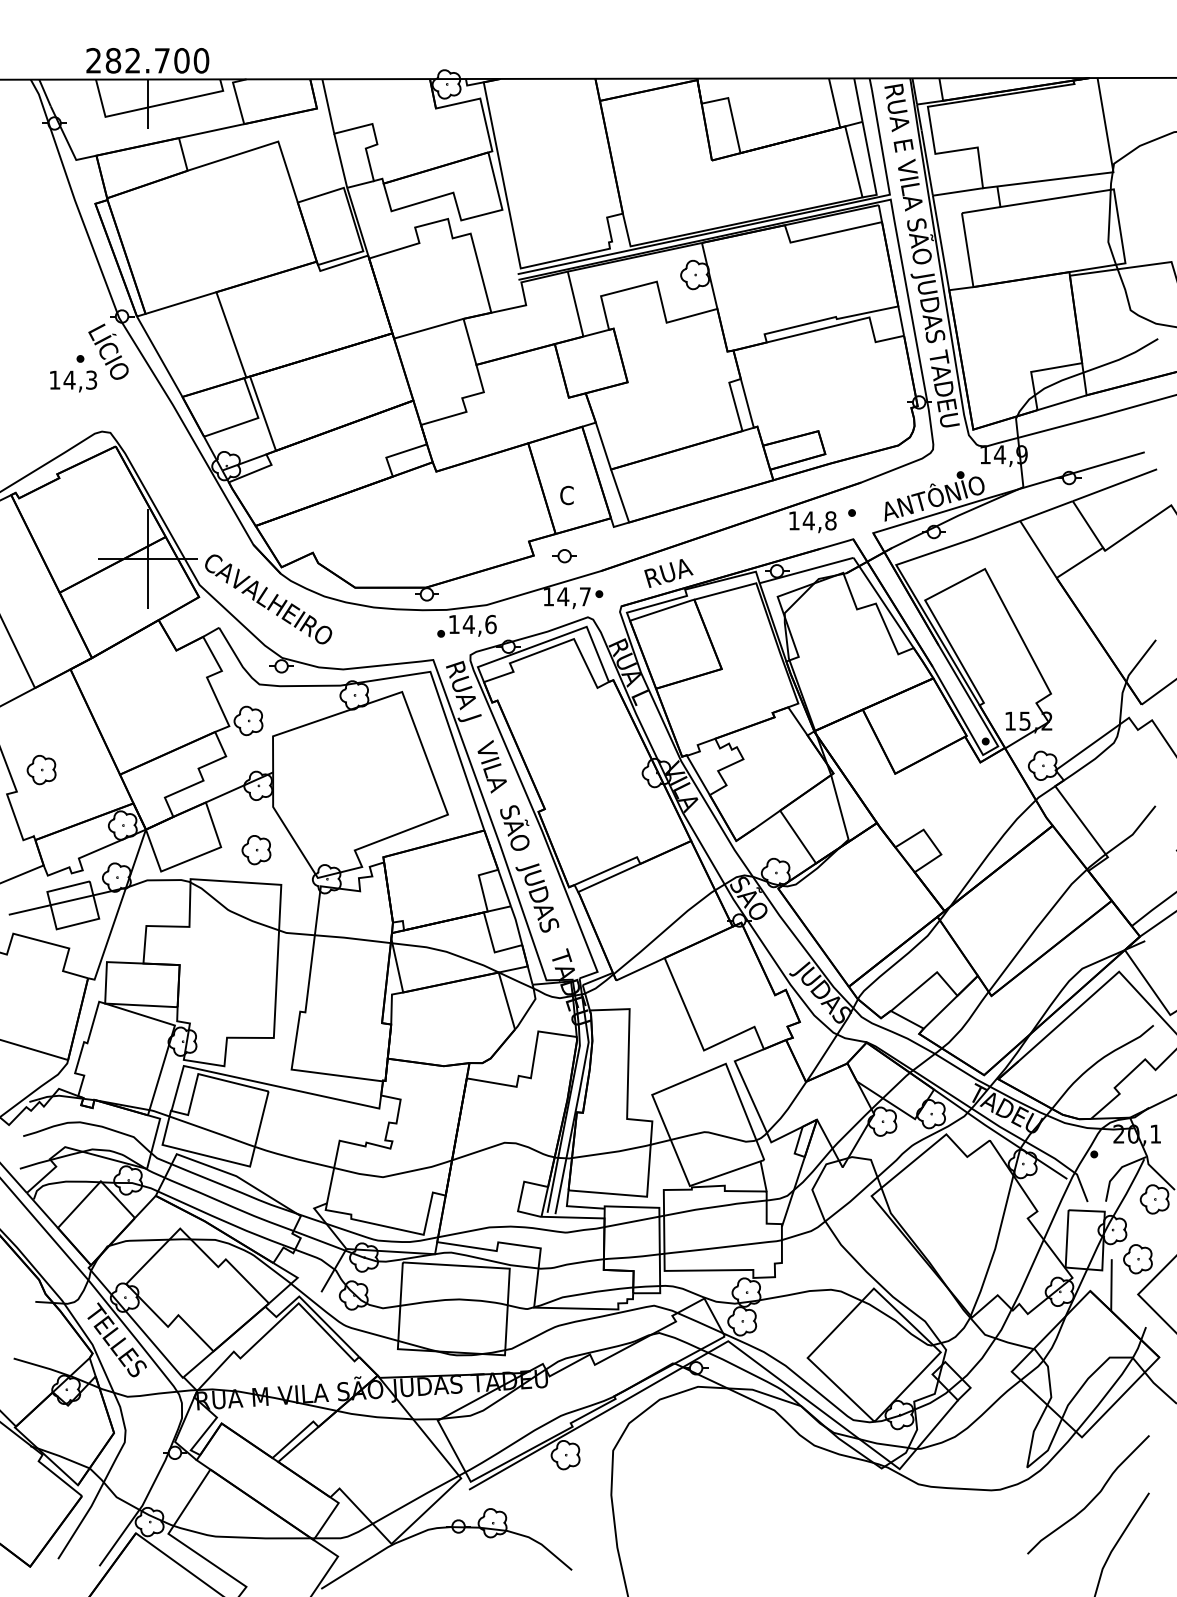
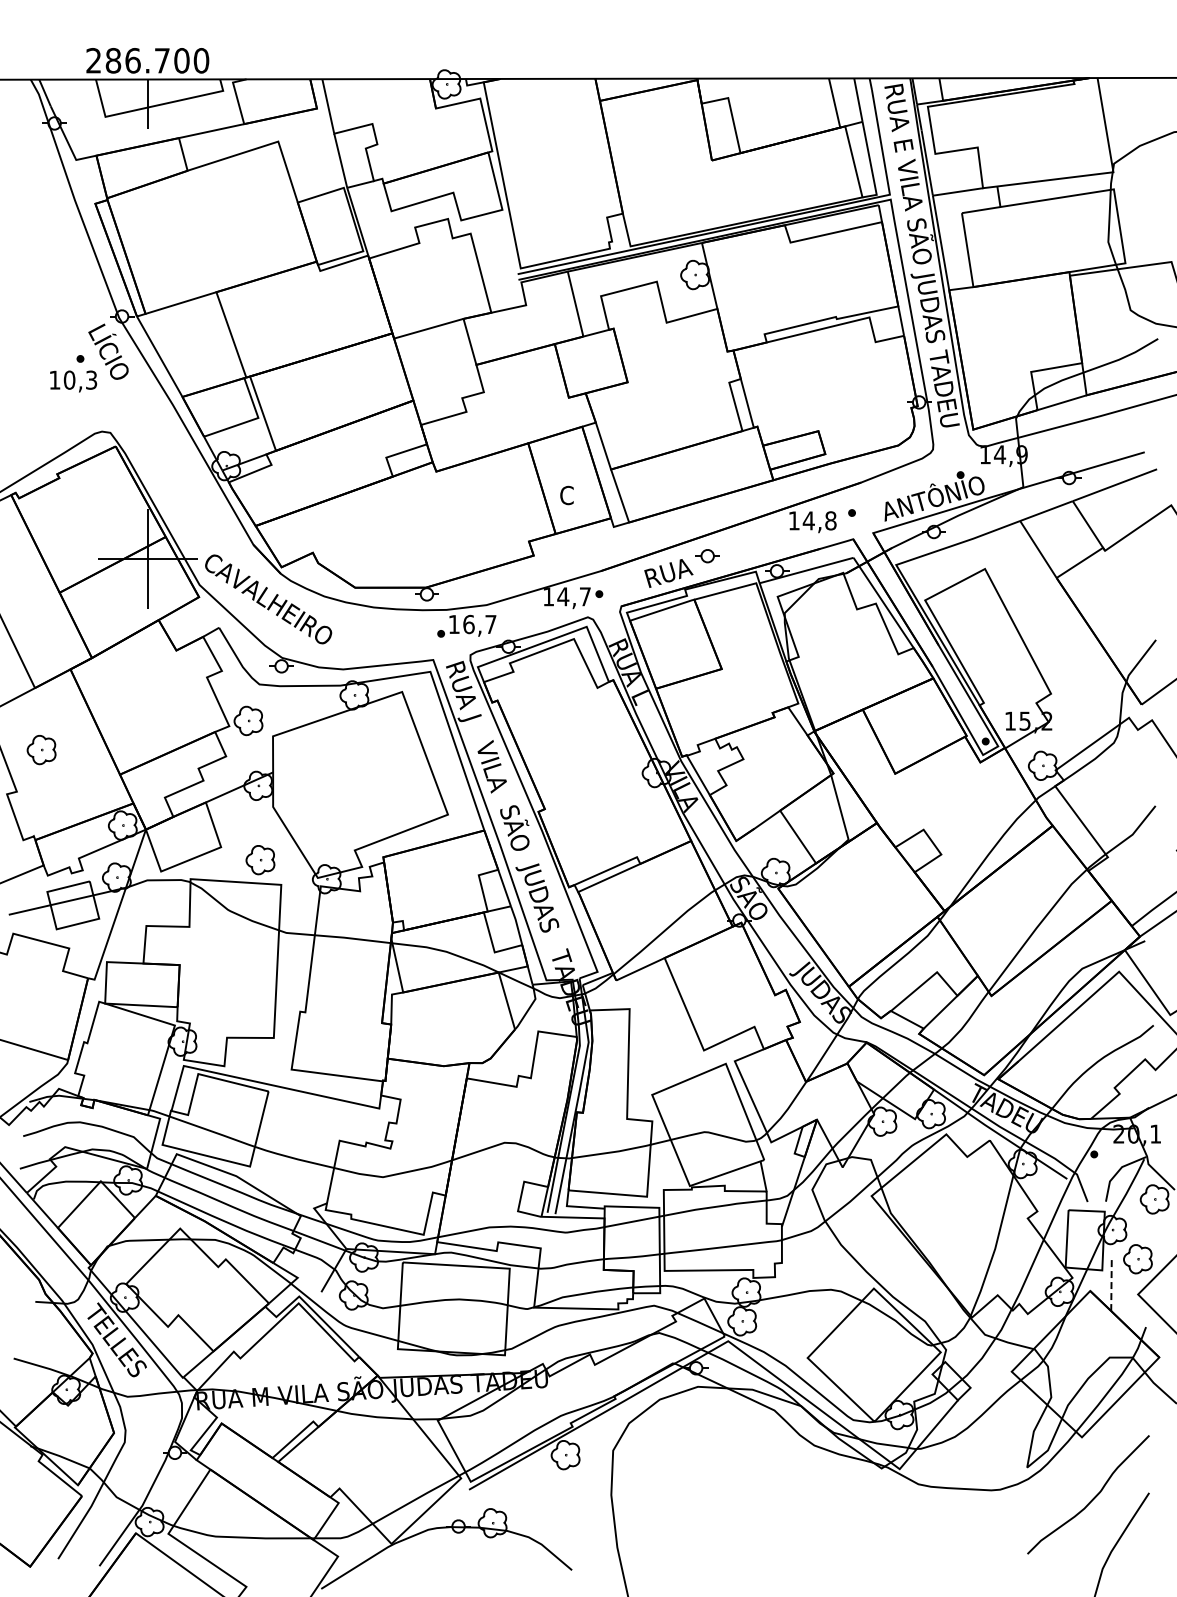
text at (132, 60): 282.700 -> 286.700
text at (69, 379): 14,3 -> 10,3
part at (564, 556) position: (564, 556) -> (707, 556)
text at (479, 624): 14,6 -> 16,7
part at (41, 770) position: (41, 770) -> (41, 750)
part at (256, 850) position: (256, 850) -> (260, 860)
line at (1111, 1285): solid -> dashed
